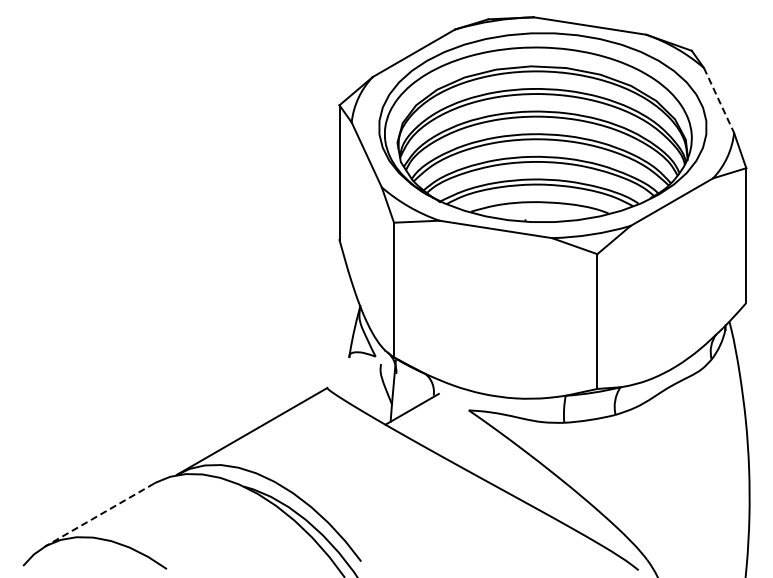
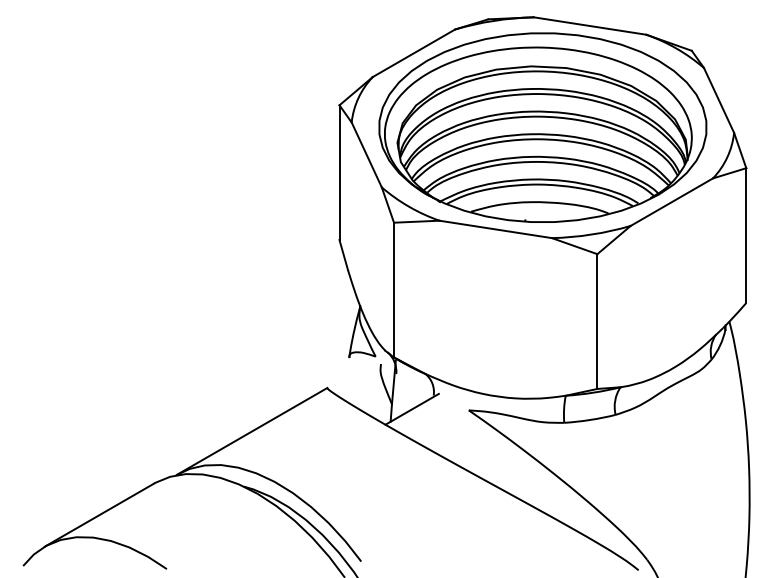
line at (719, 100): dashed -> solid
line at (99, 515): dashed -> solid
